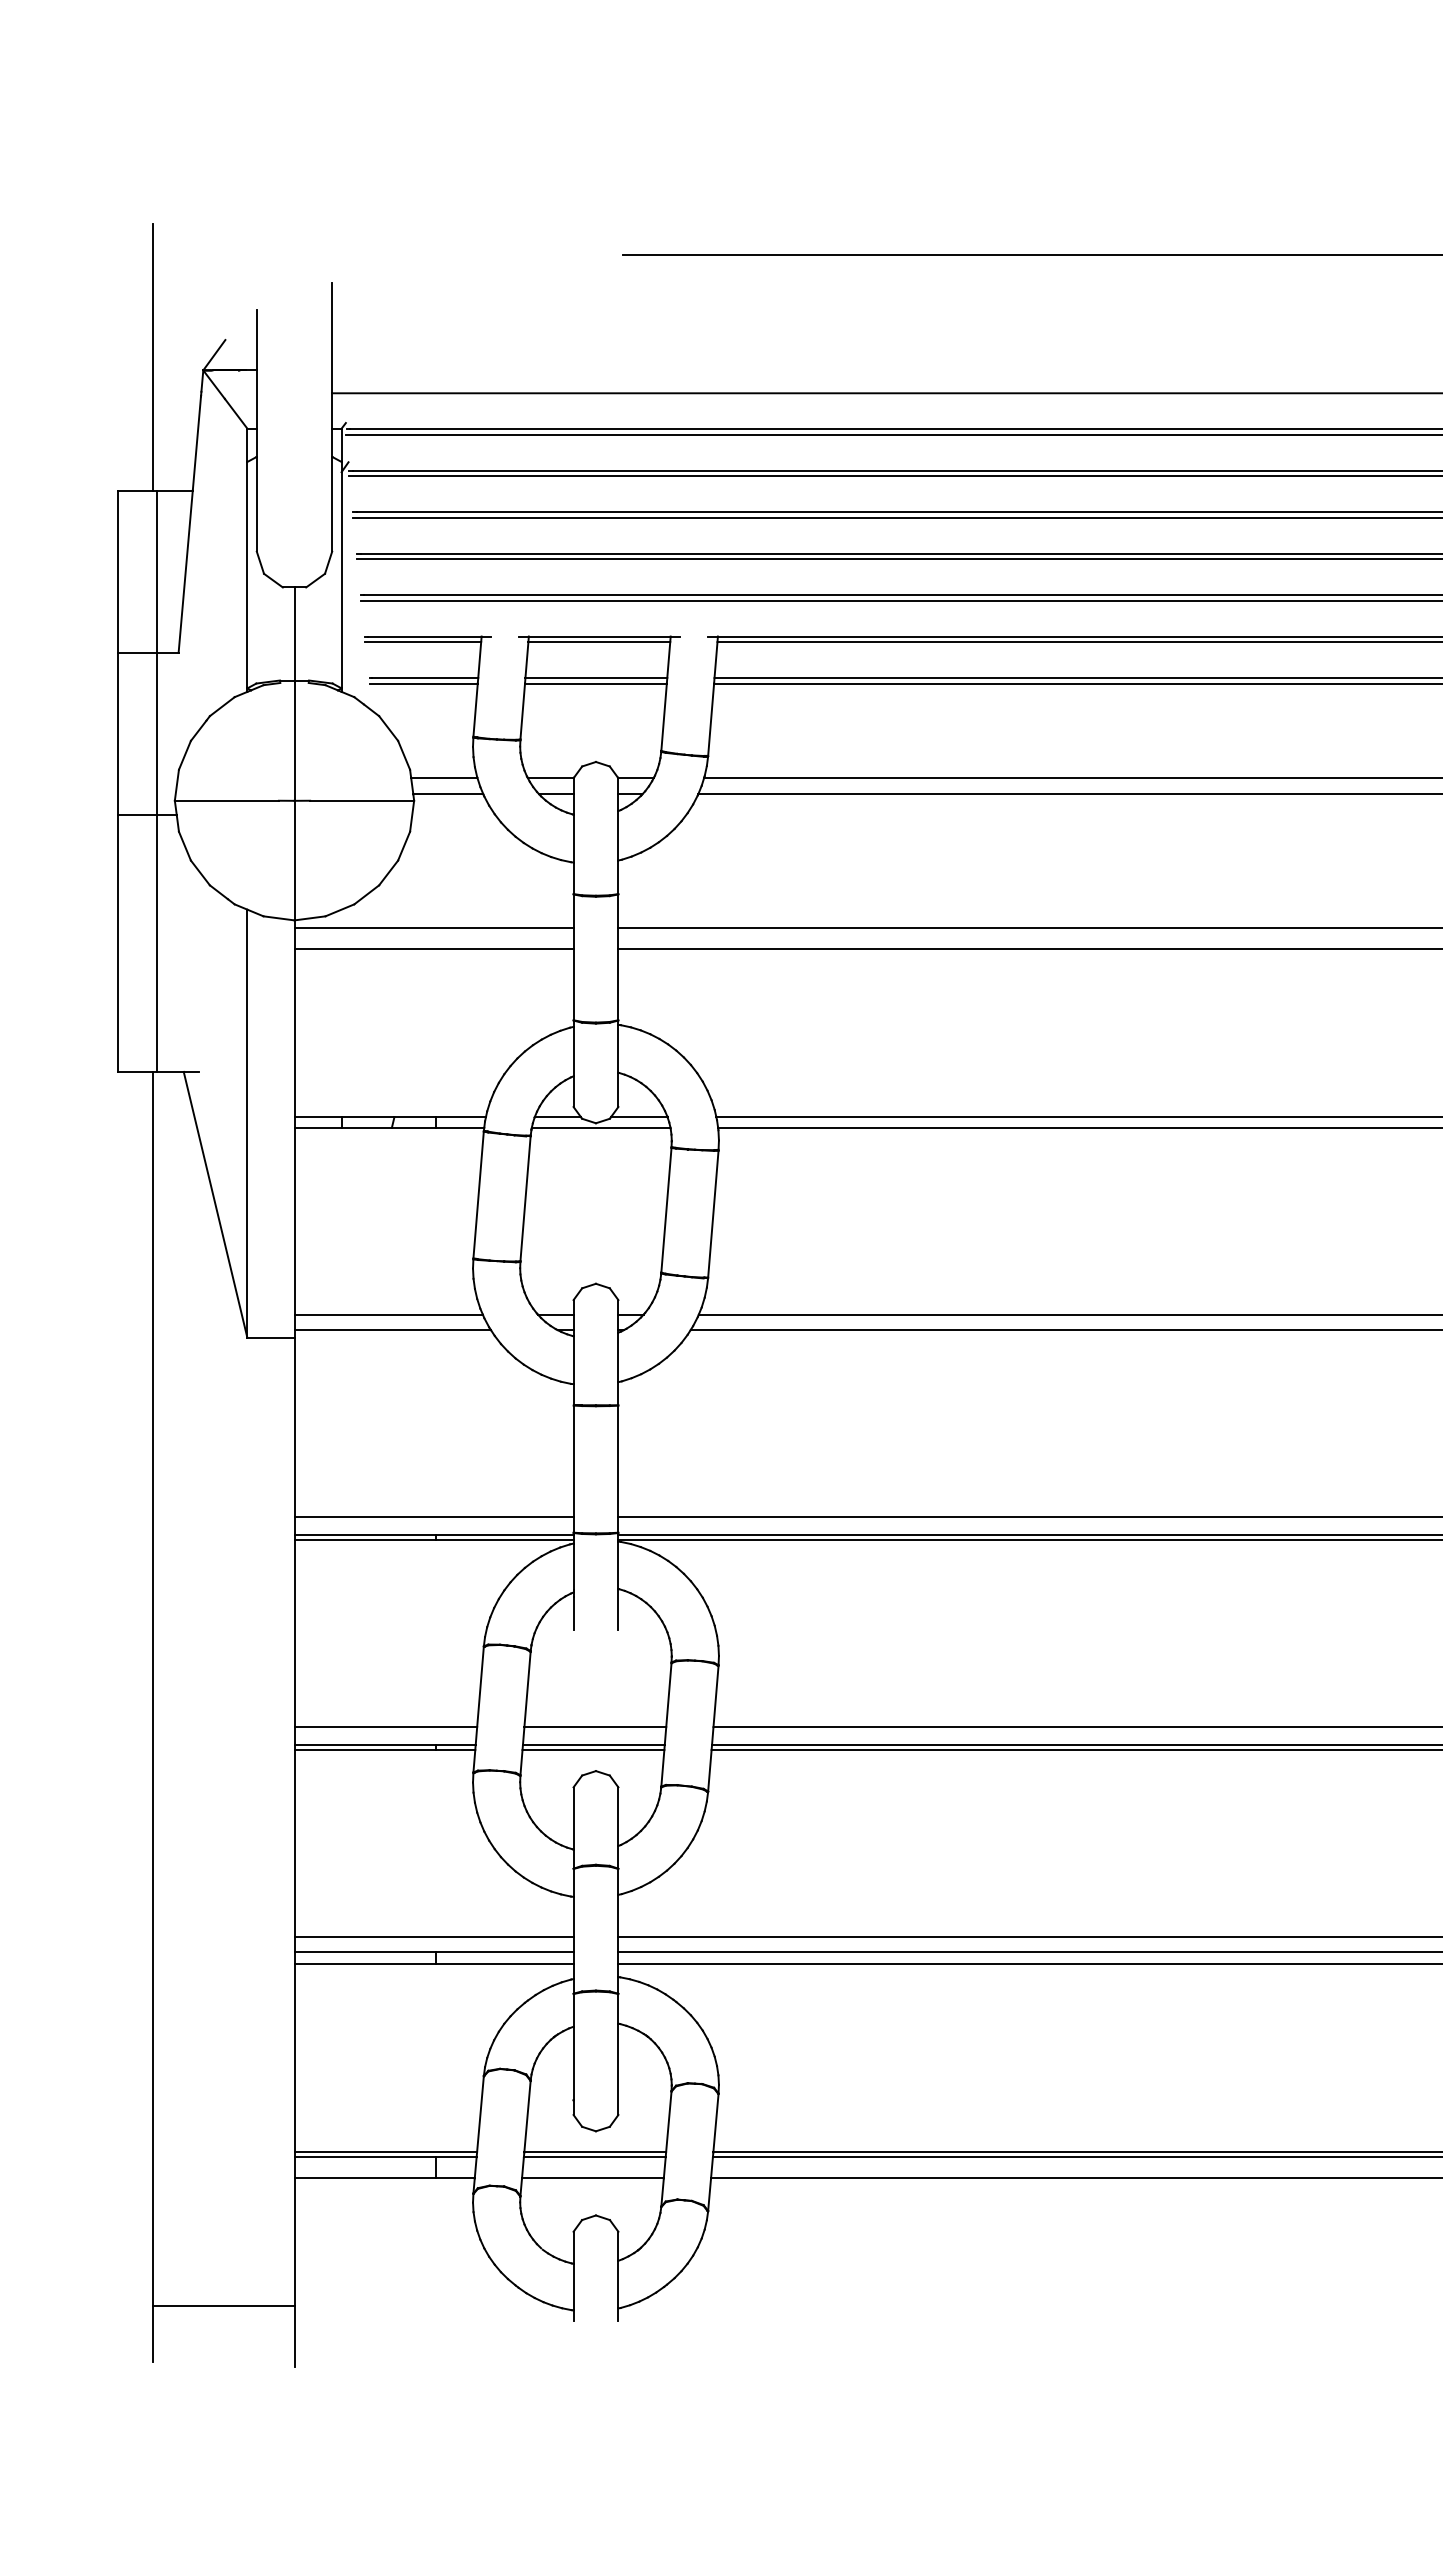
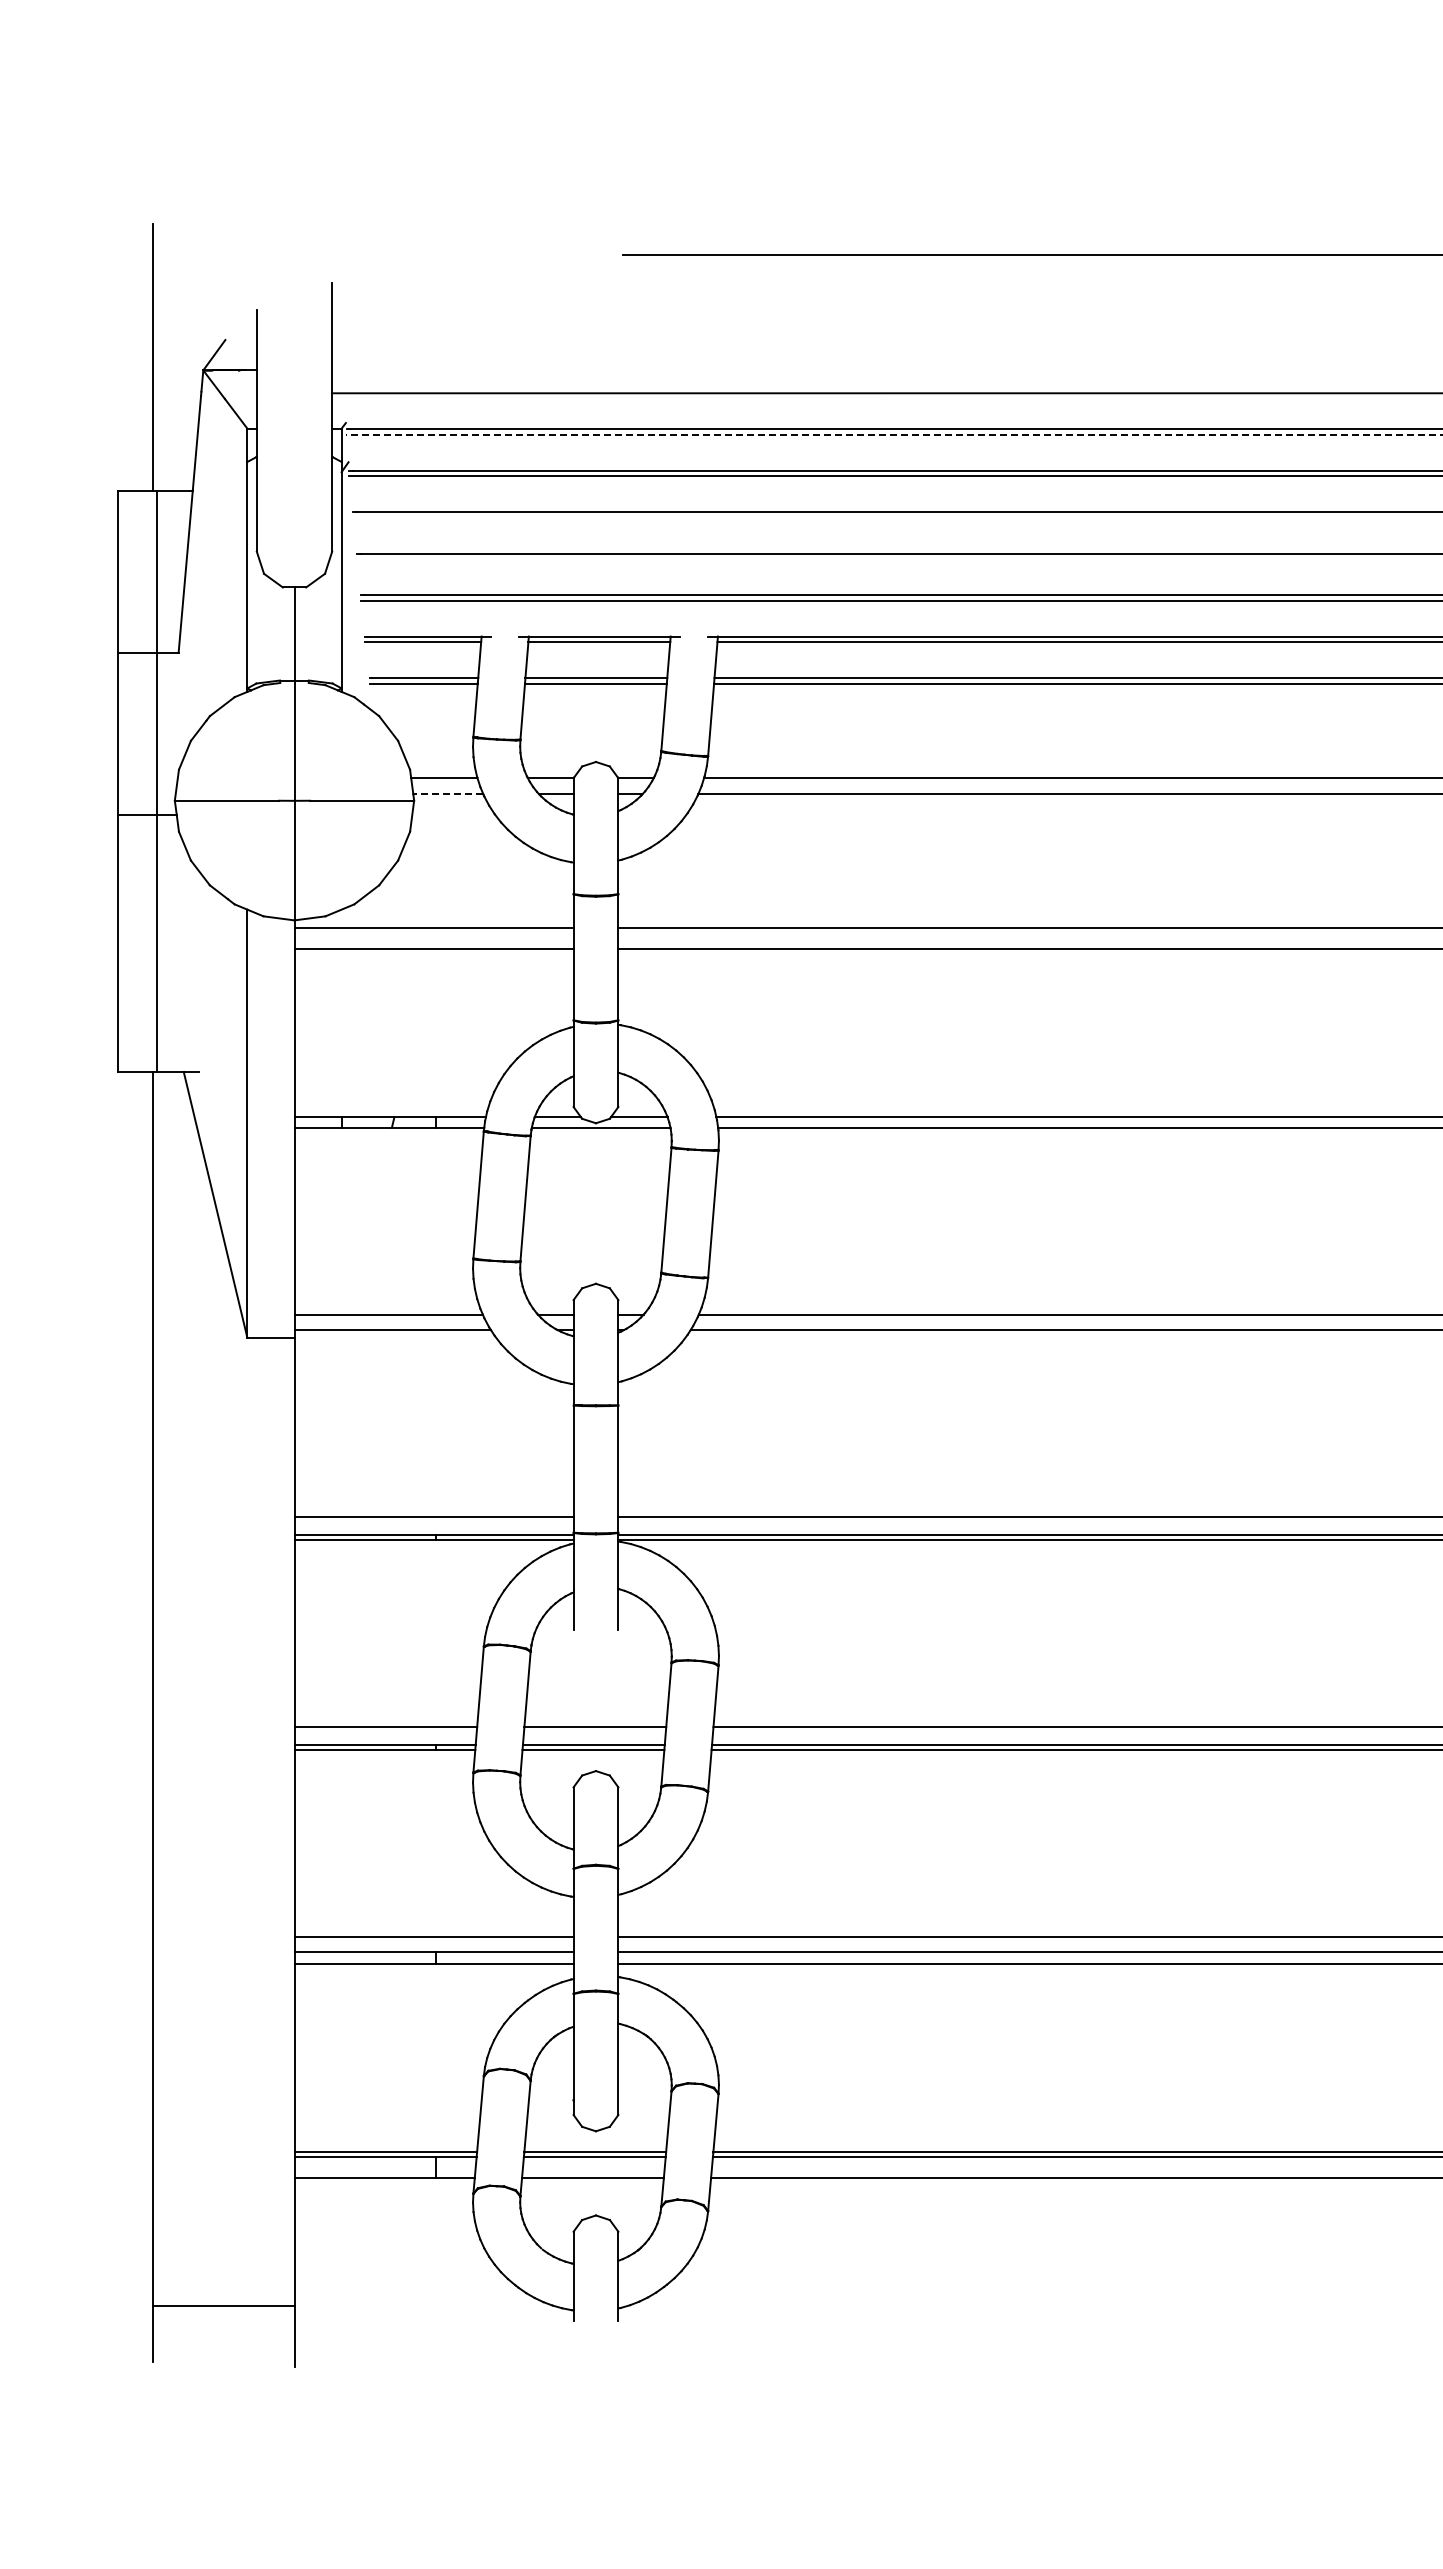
line at (894, 434): solid -> dashed
line at (896, 517): present -> none
line at (898, 559): present -> none
line at (447, 794): solid -> dashed
